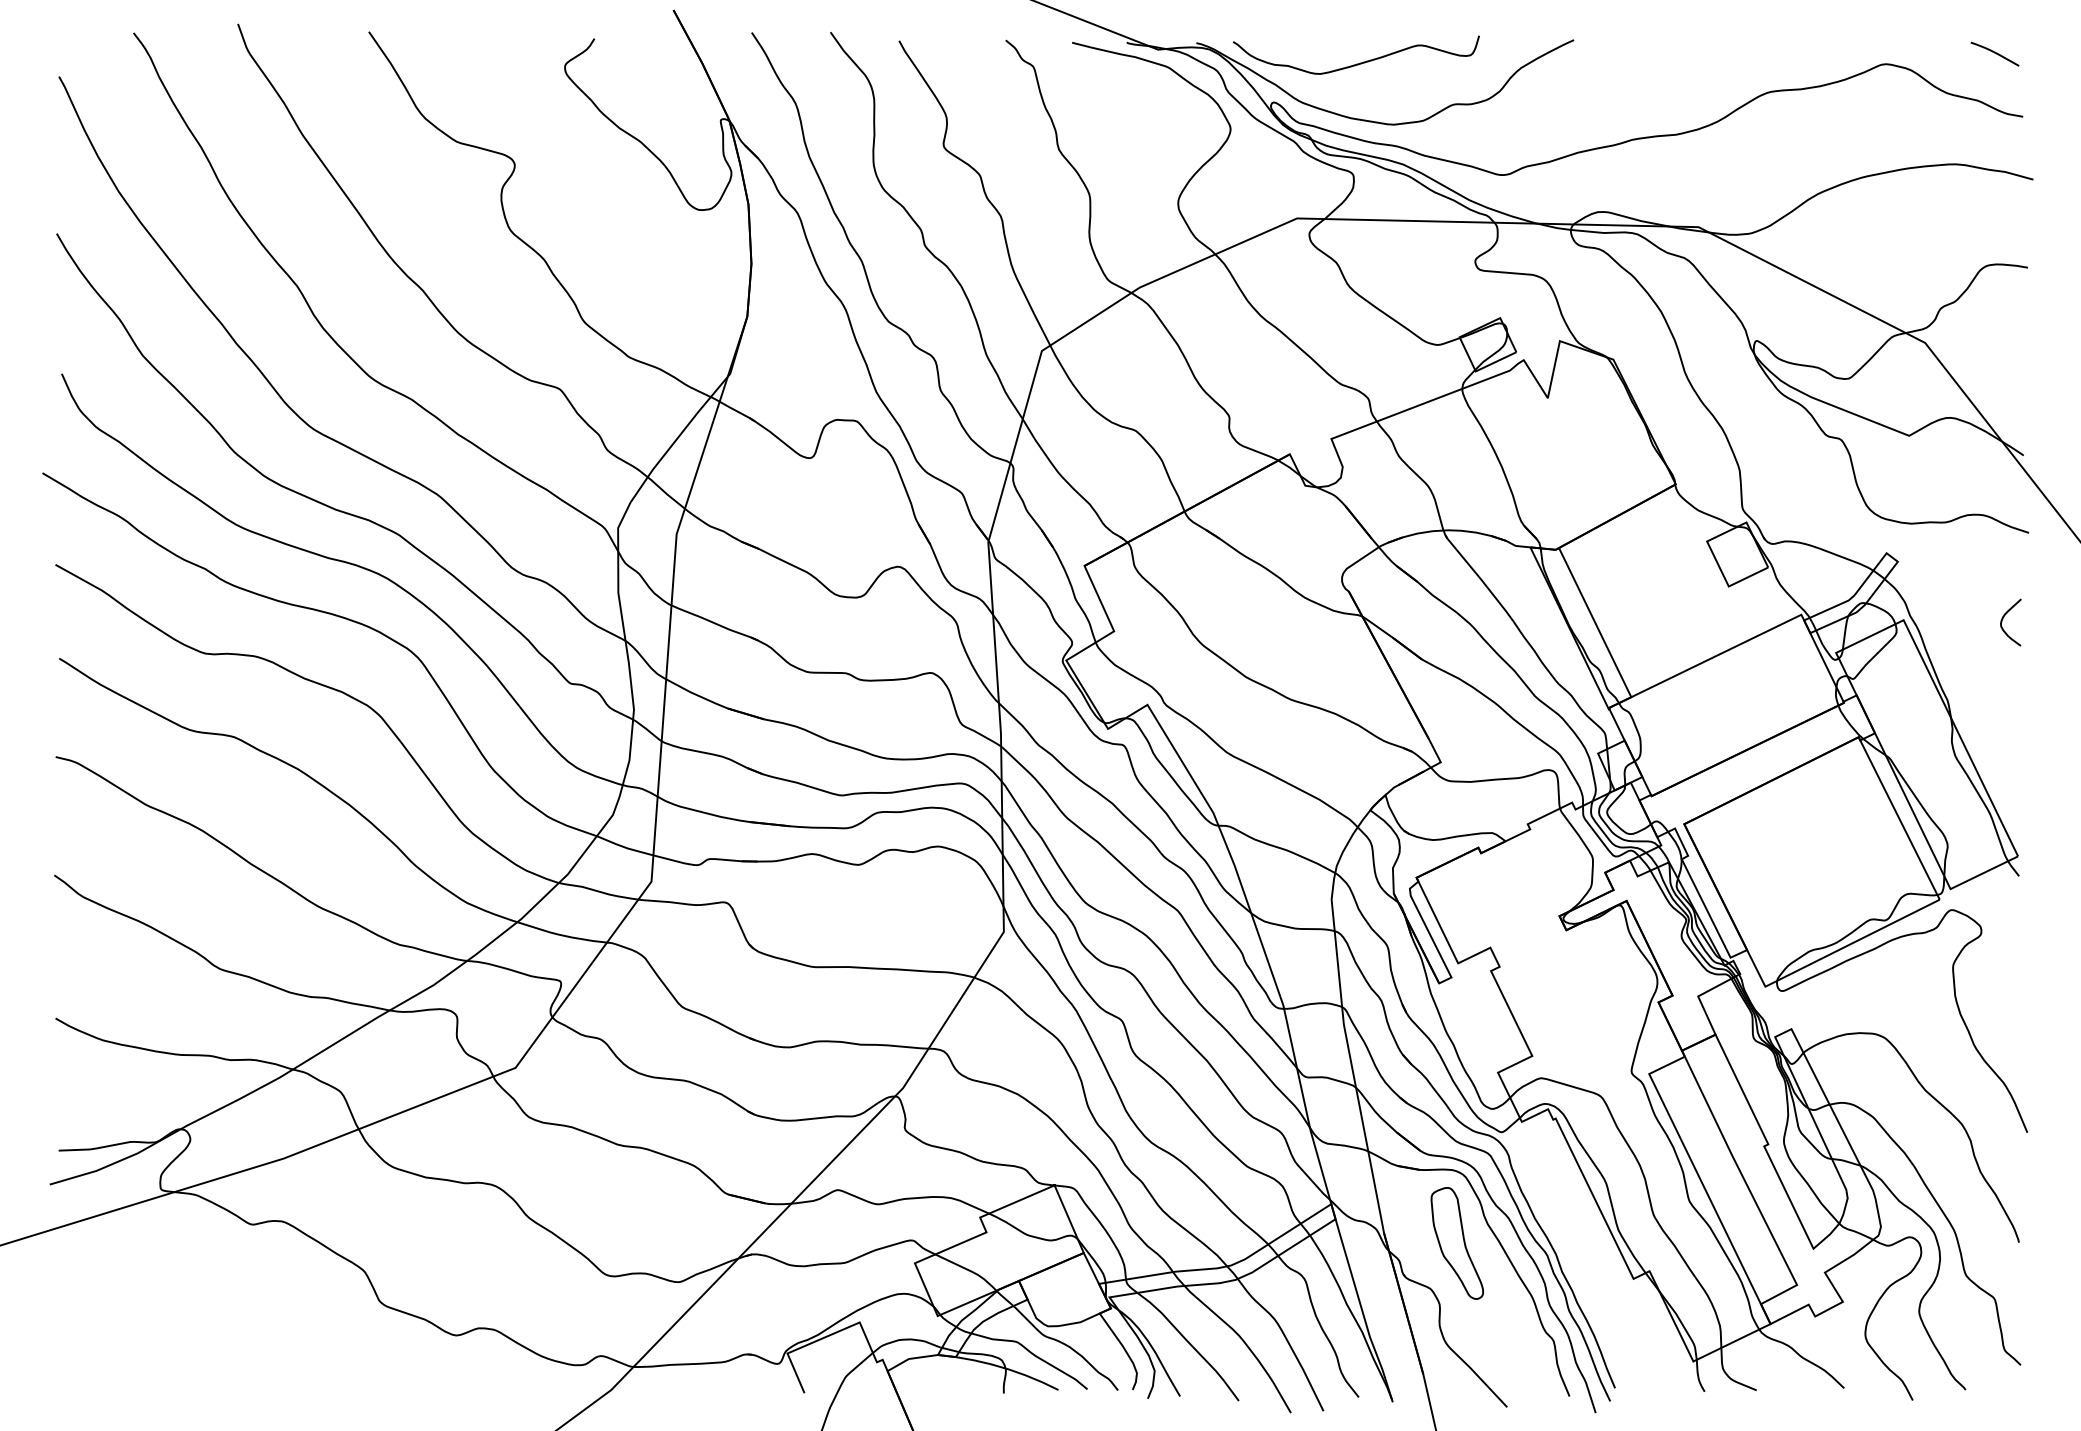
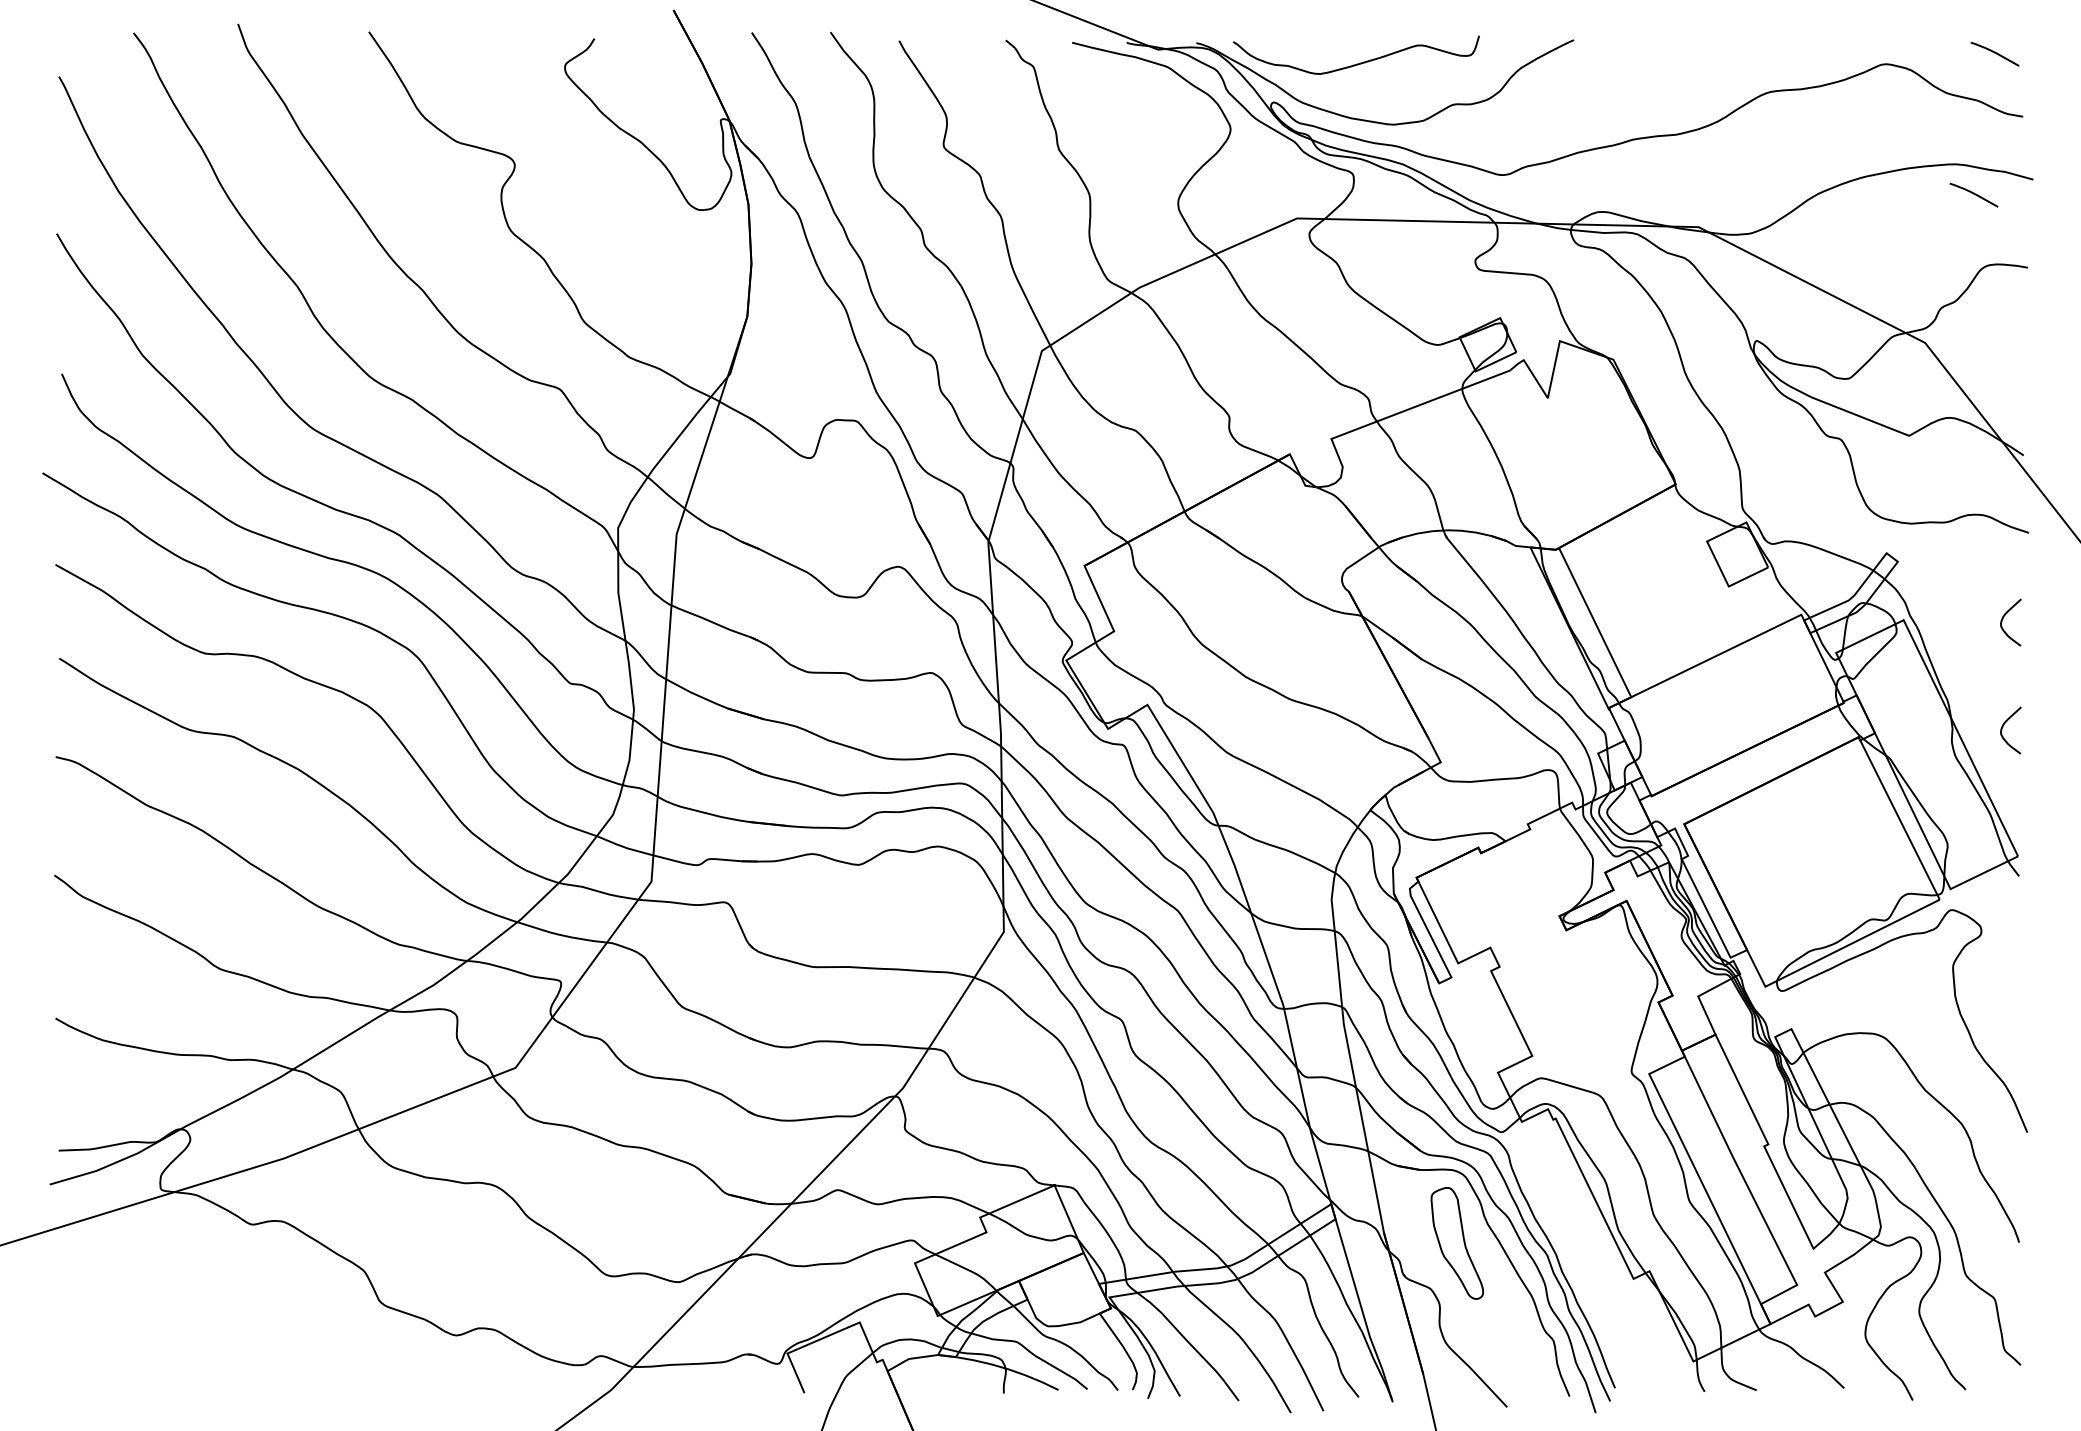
curve at (1973, 194): none -> present
curve at (2003, 727): none -> present
